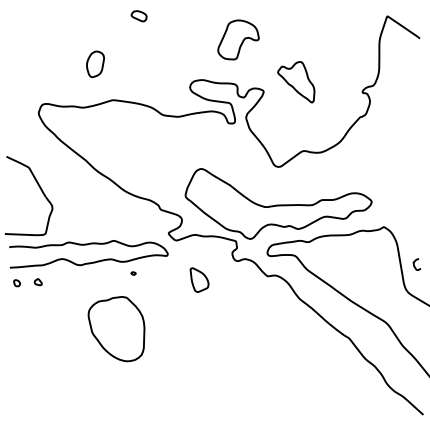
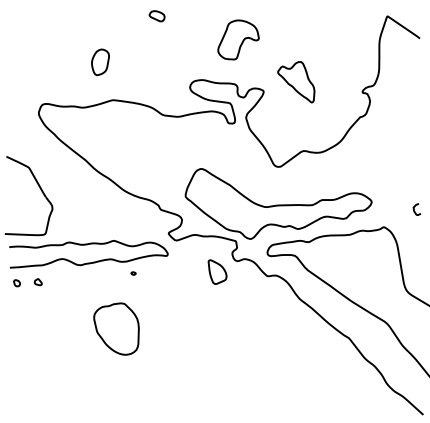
part at (138, 16) position: (138, 16) -> (156, 16)
part at (95, 63) position: (95, 63) -> (100, 61)
curve at (414, 264) position: (414, 264) -> (414, 209)
part at (199, 279) position: (199, 279) -> (217, 271)
part at (116, 329) size: 59x67 px -> 47x54 px
